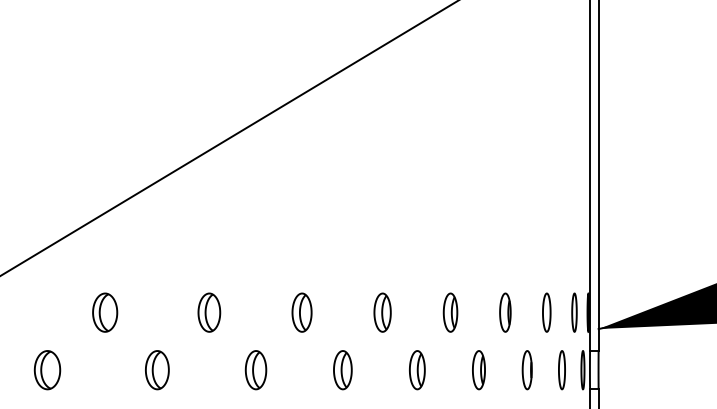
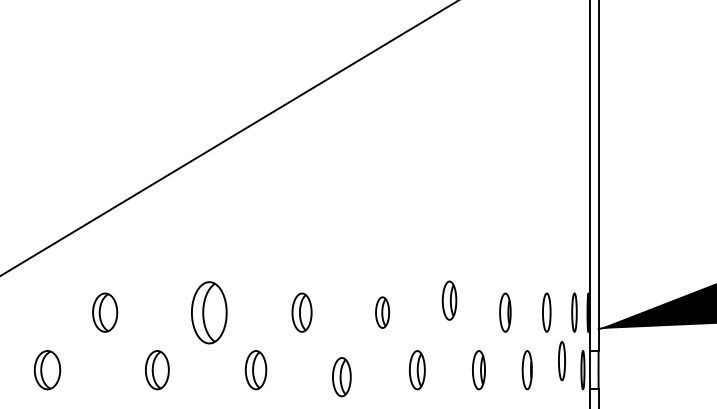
part at (209, 312) size: 25x41 px -> 37x64 px
part at (382, 312) size: 19x41 px -> 16x33 px
part at (450, 312) position: (450, 312) -> (449, 300)
part at (342, 370) position: (342, 370) -> (341, 377)
part at (561, 370) position: (561, 370) -> (561, 361)
